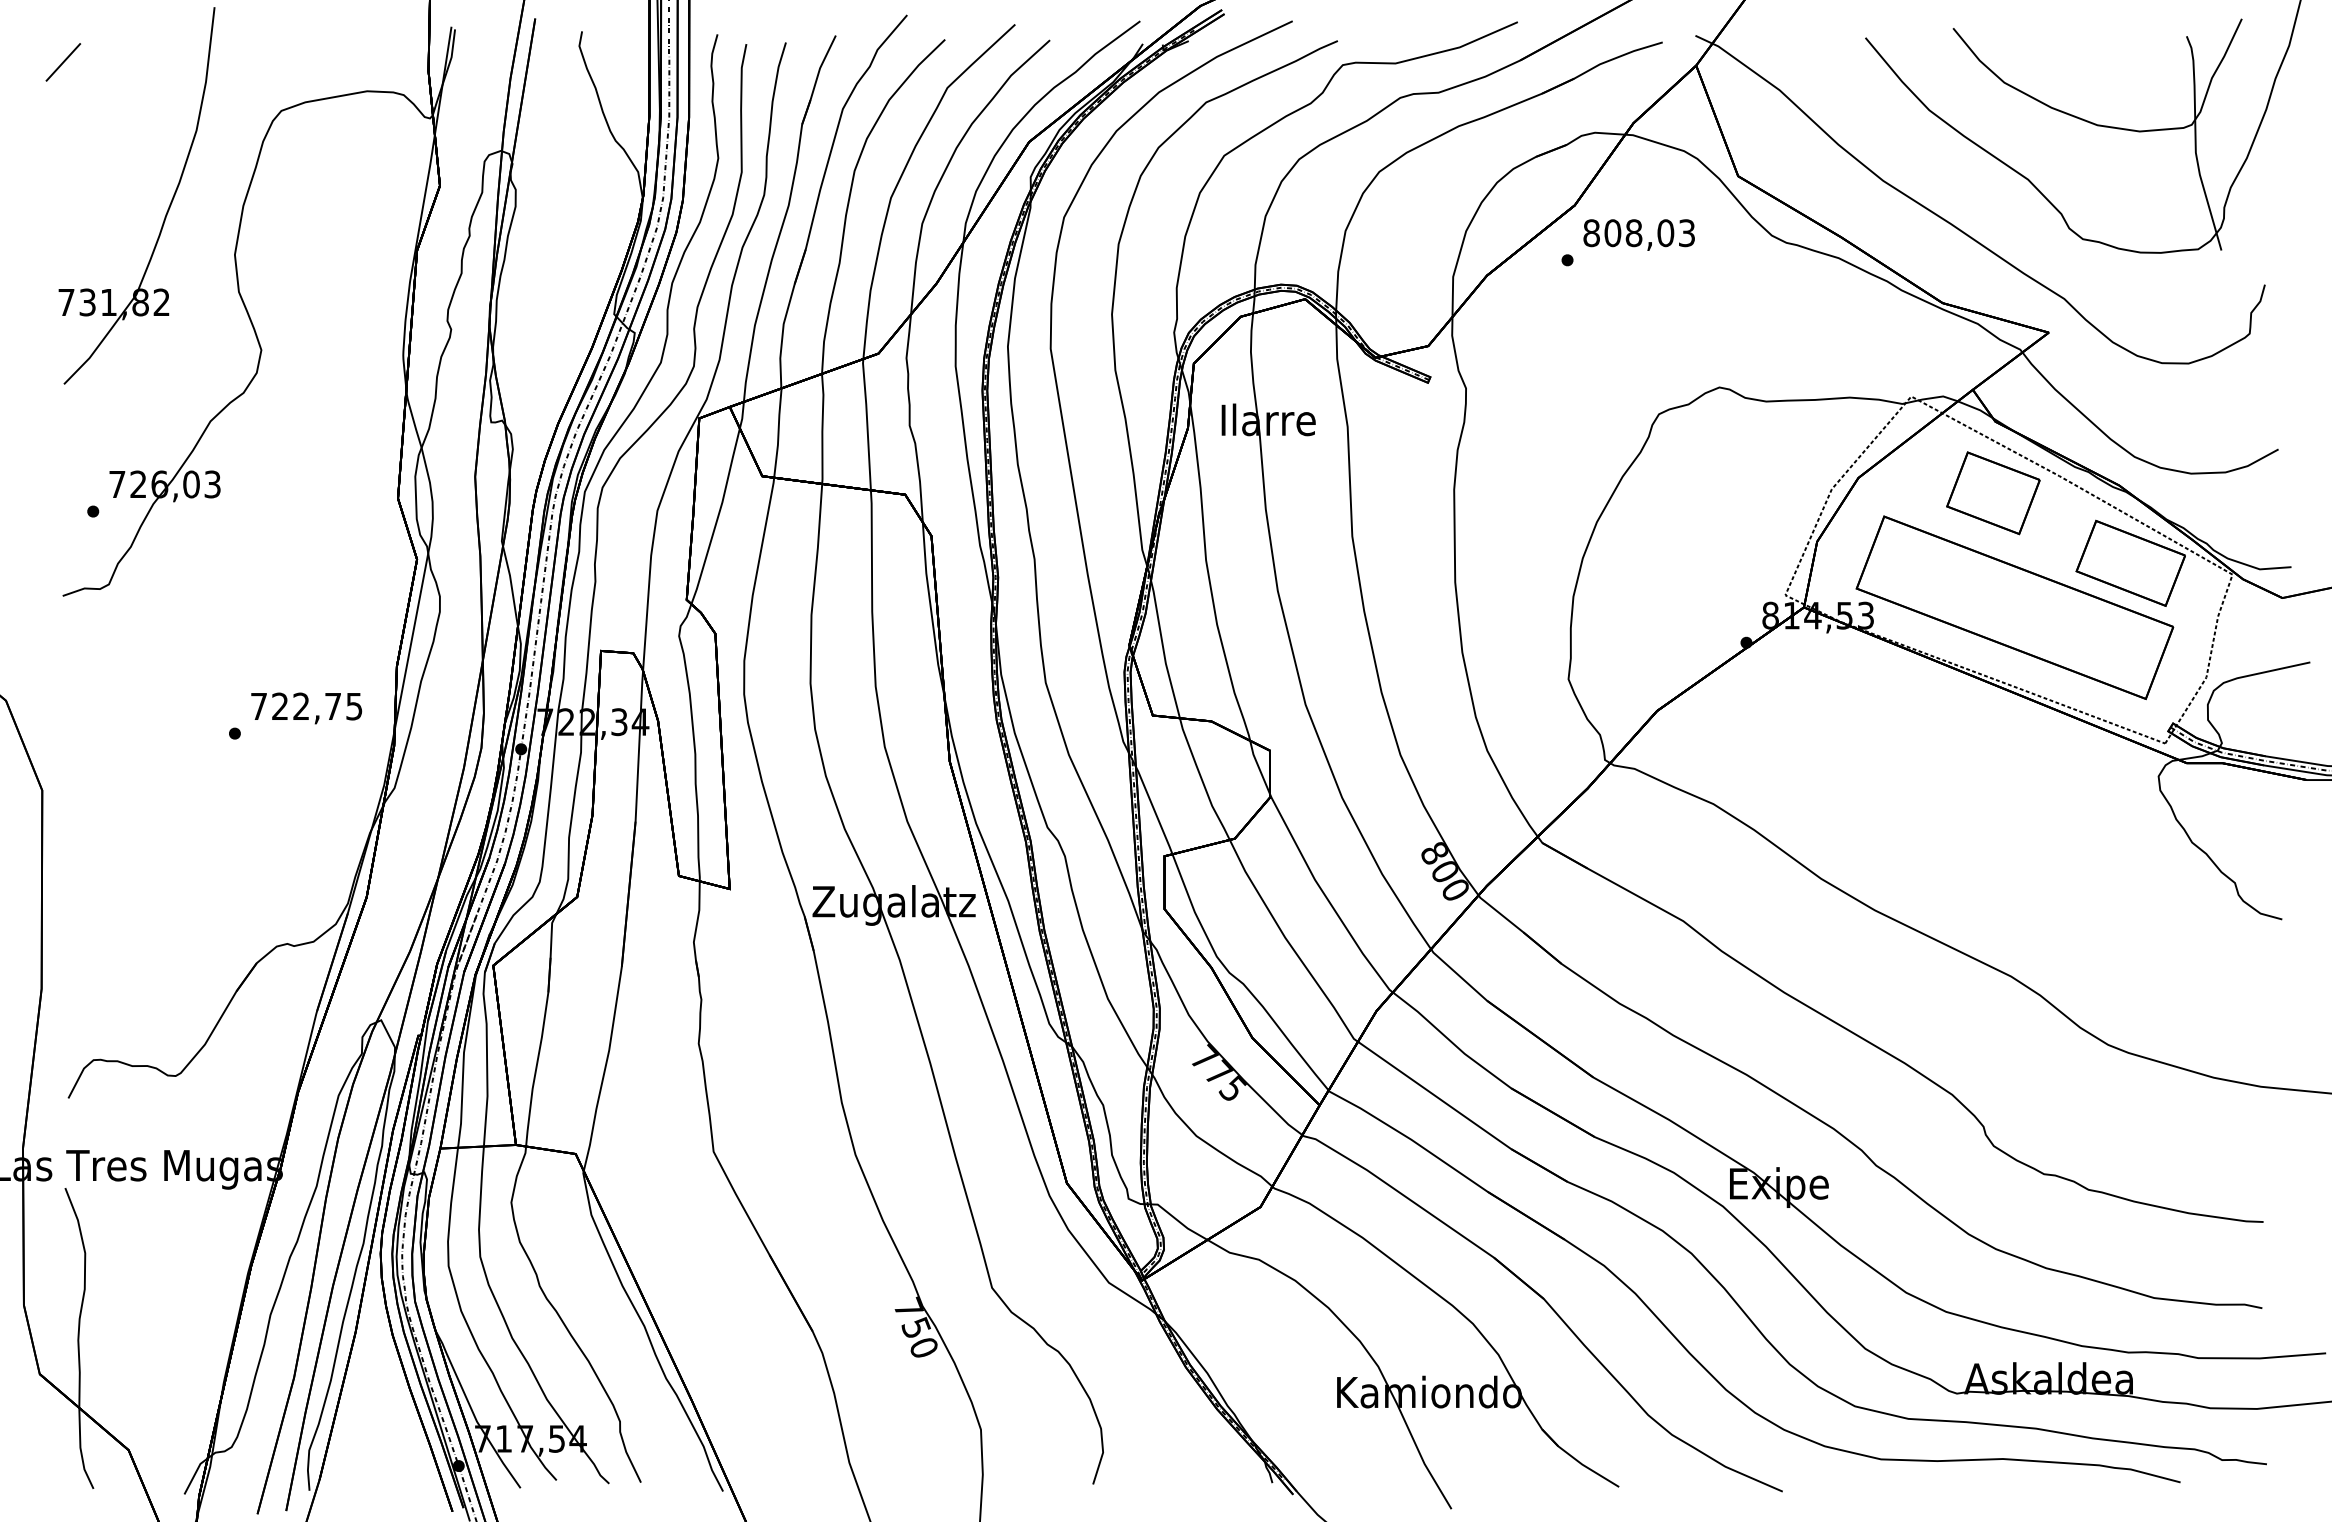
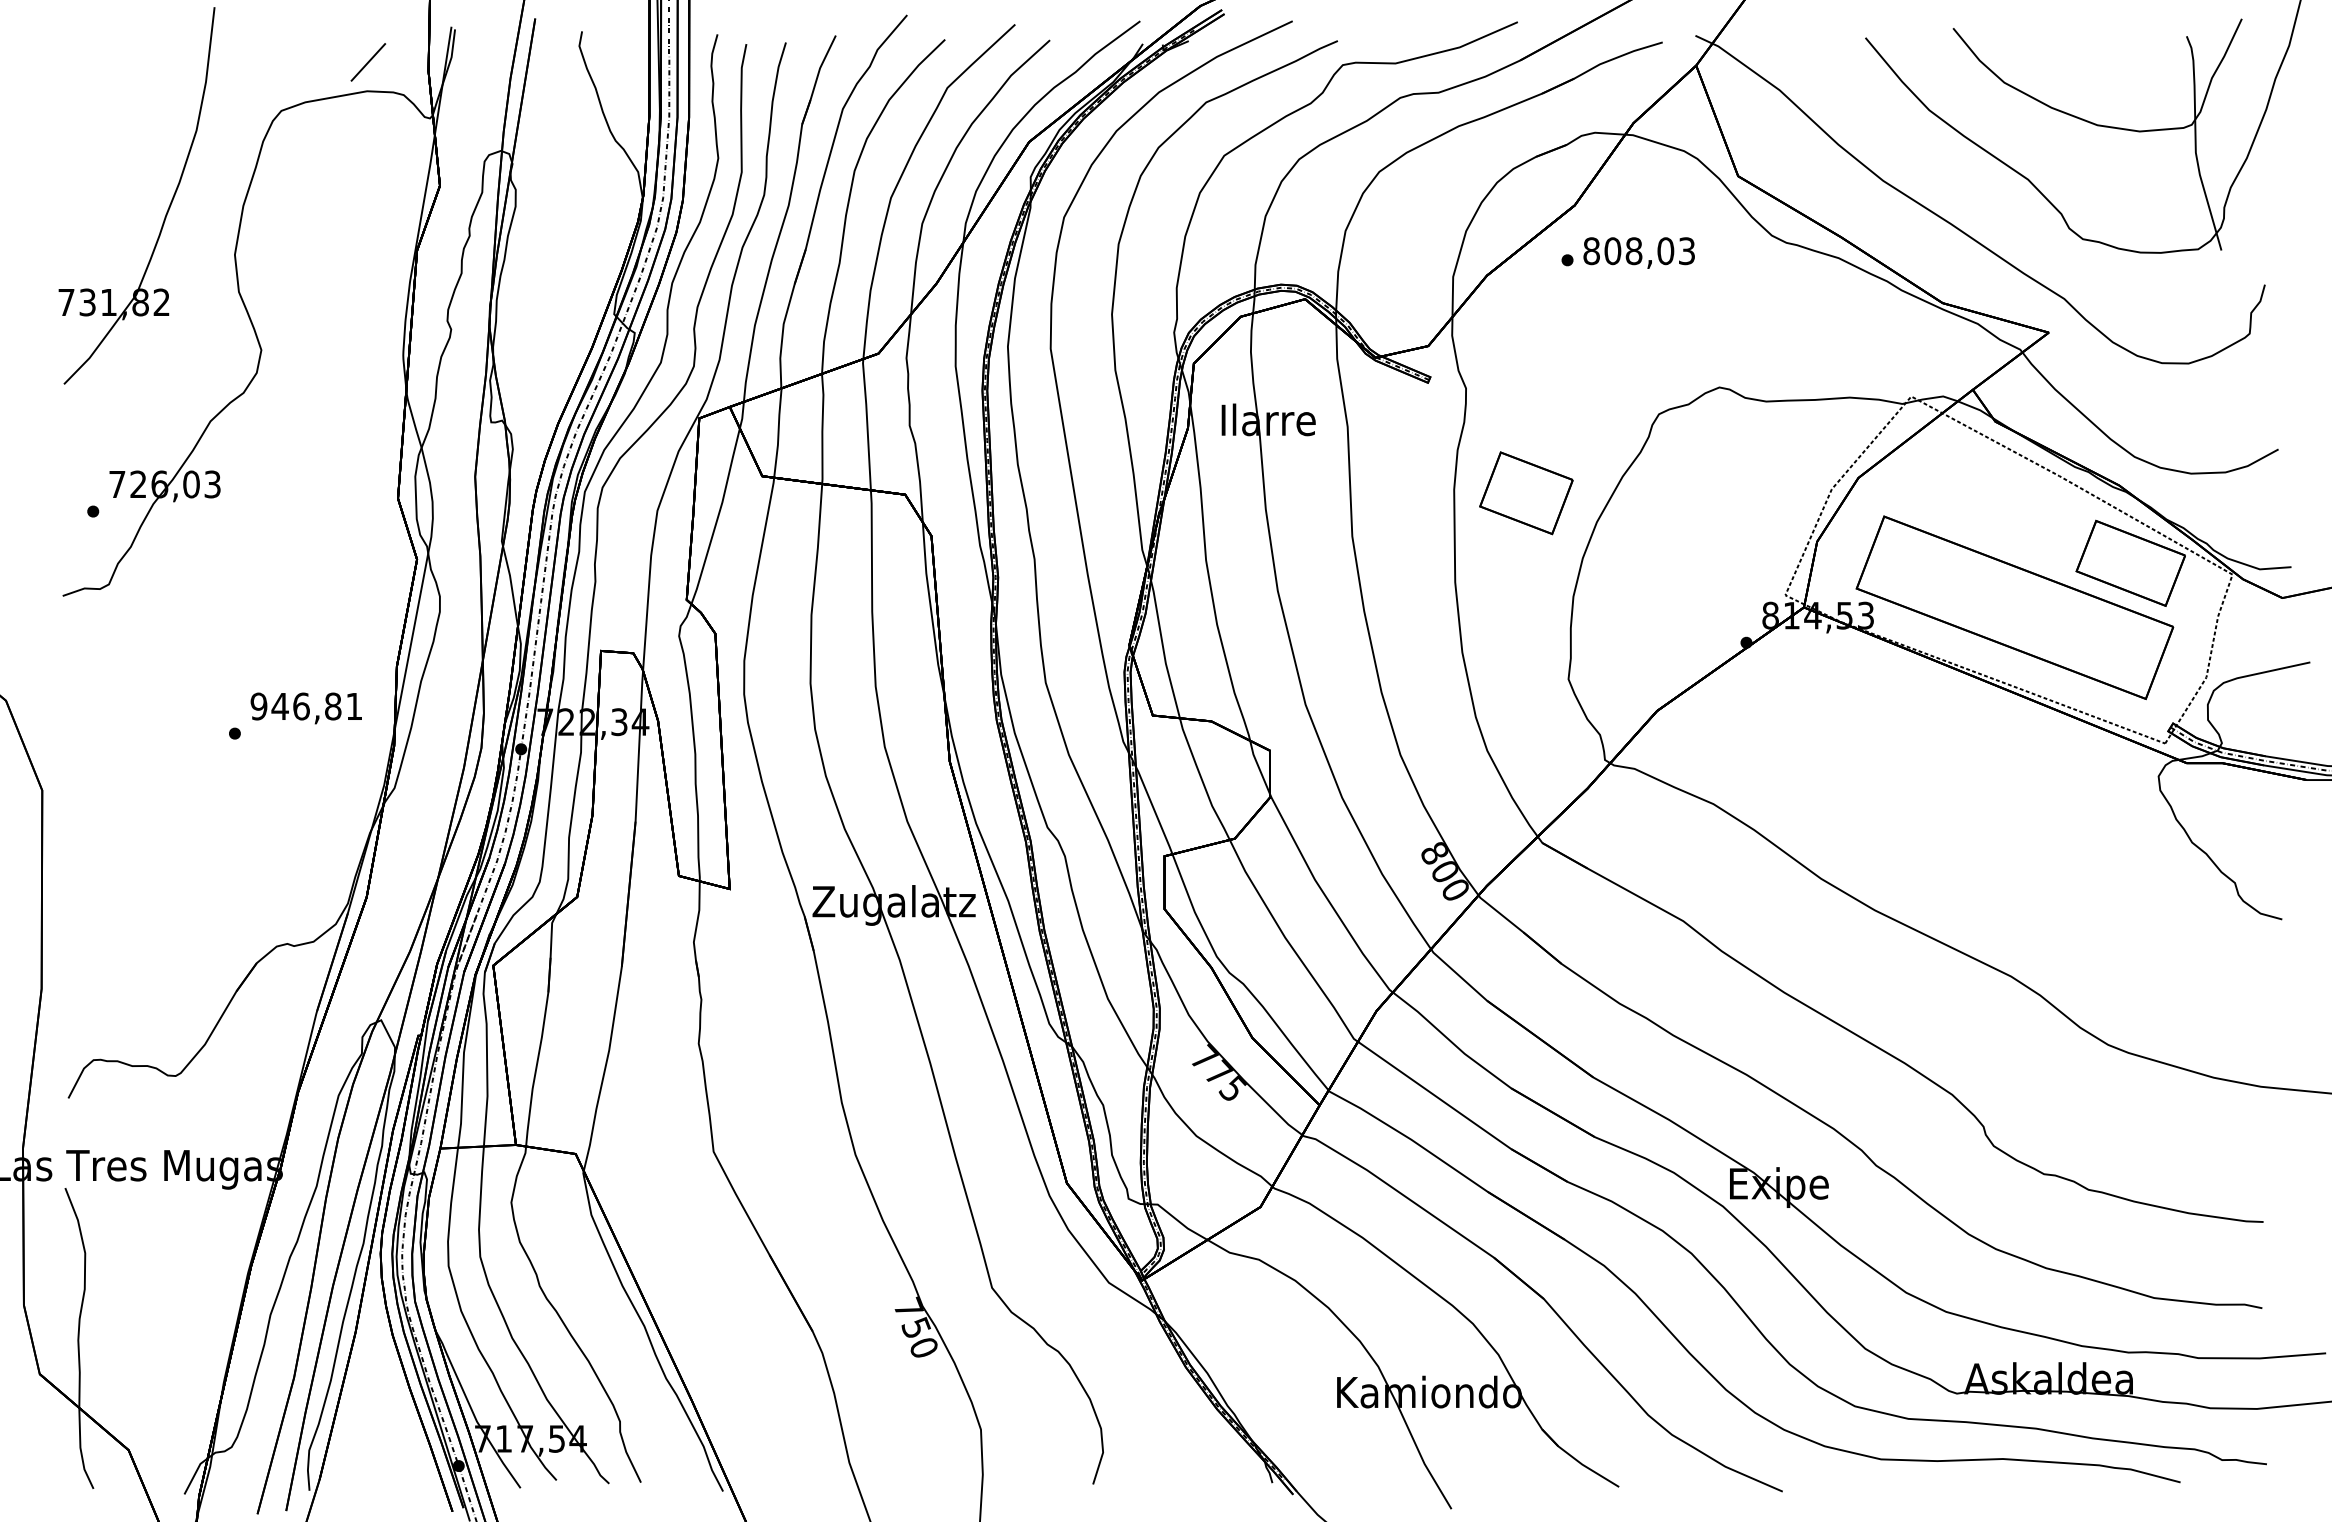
line at (62, 62) position: (62, 62) -> (367, 62)
text at (1638, 234) position: (1638, 234) -> (1638, 252)
part at (1993, 493) position: (1993, 493) -> (1526, 493)
text at (306, 706): 722,75 -> 946,81
